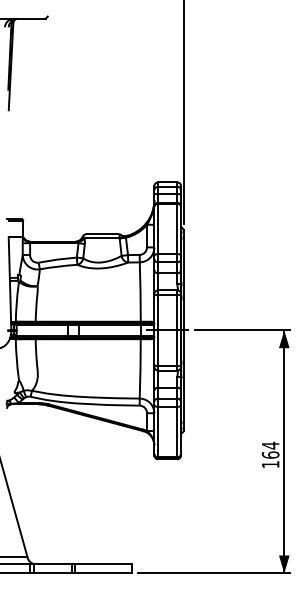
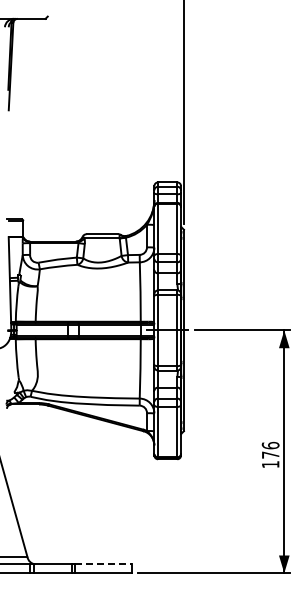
text at (270, 449): 164 -> 176
line at (104, 564): solid -> dashed
